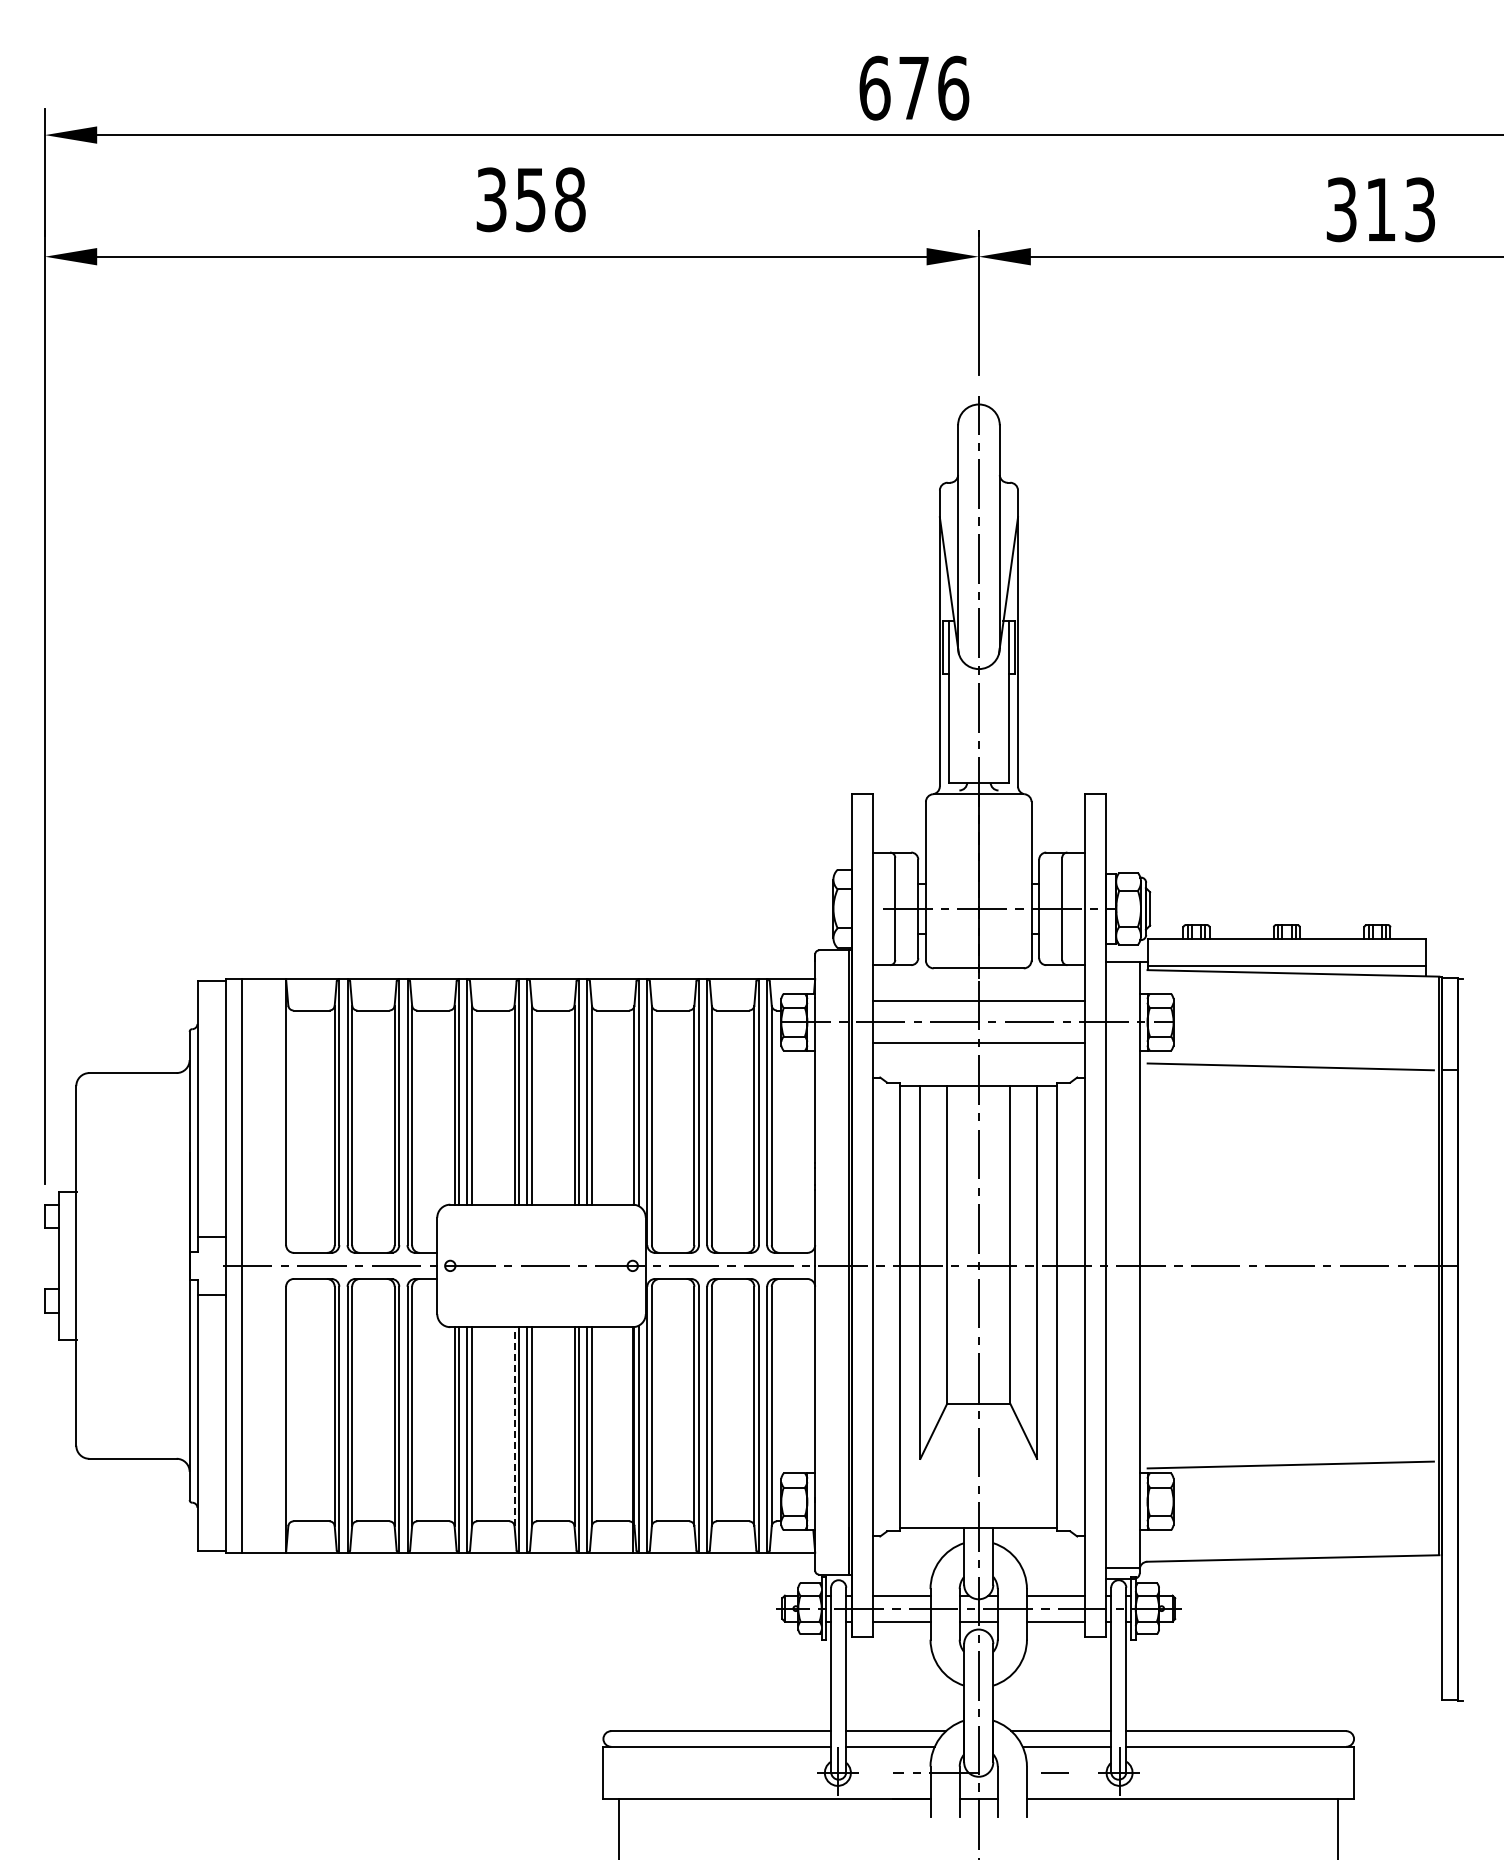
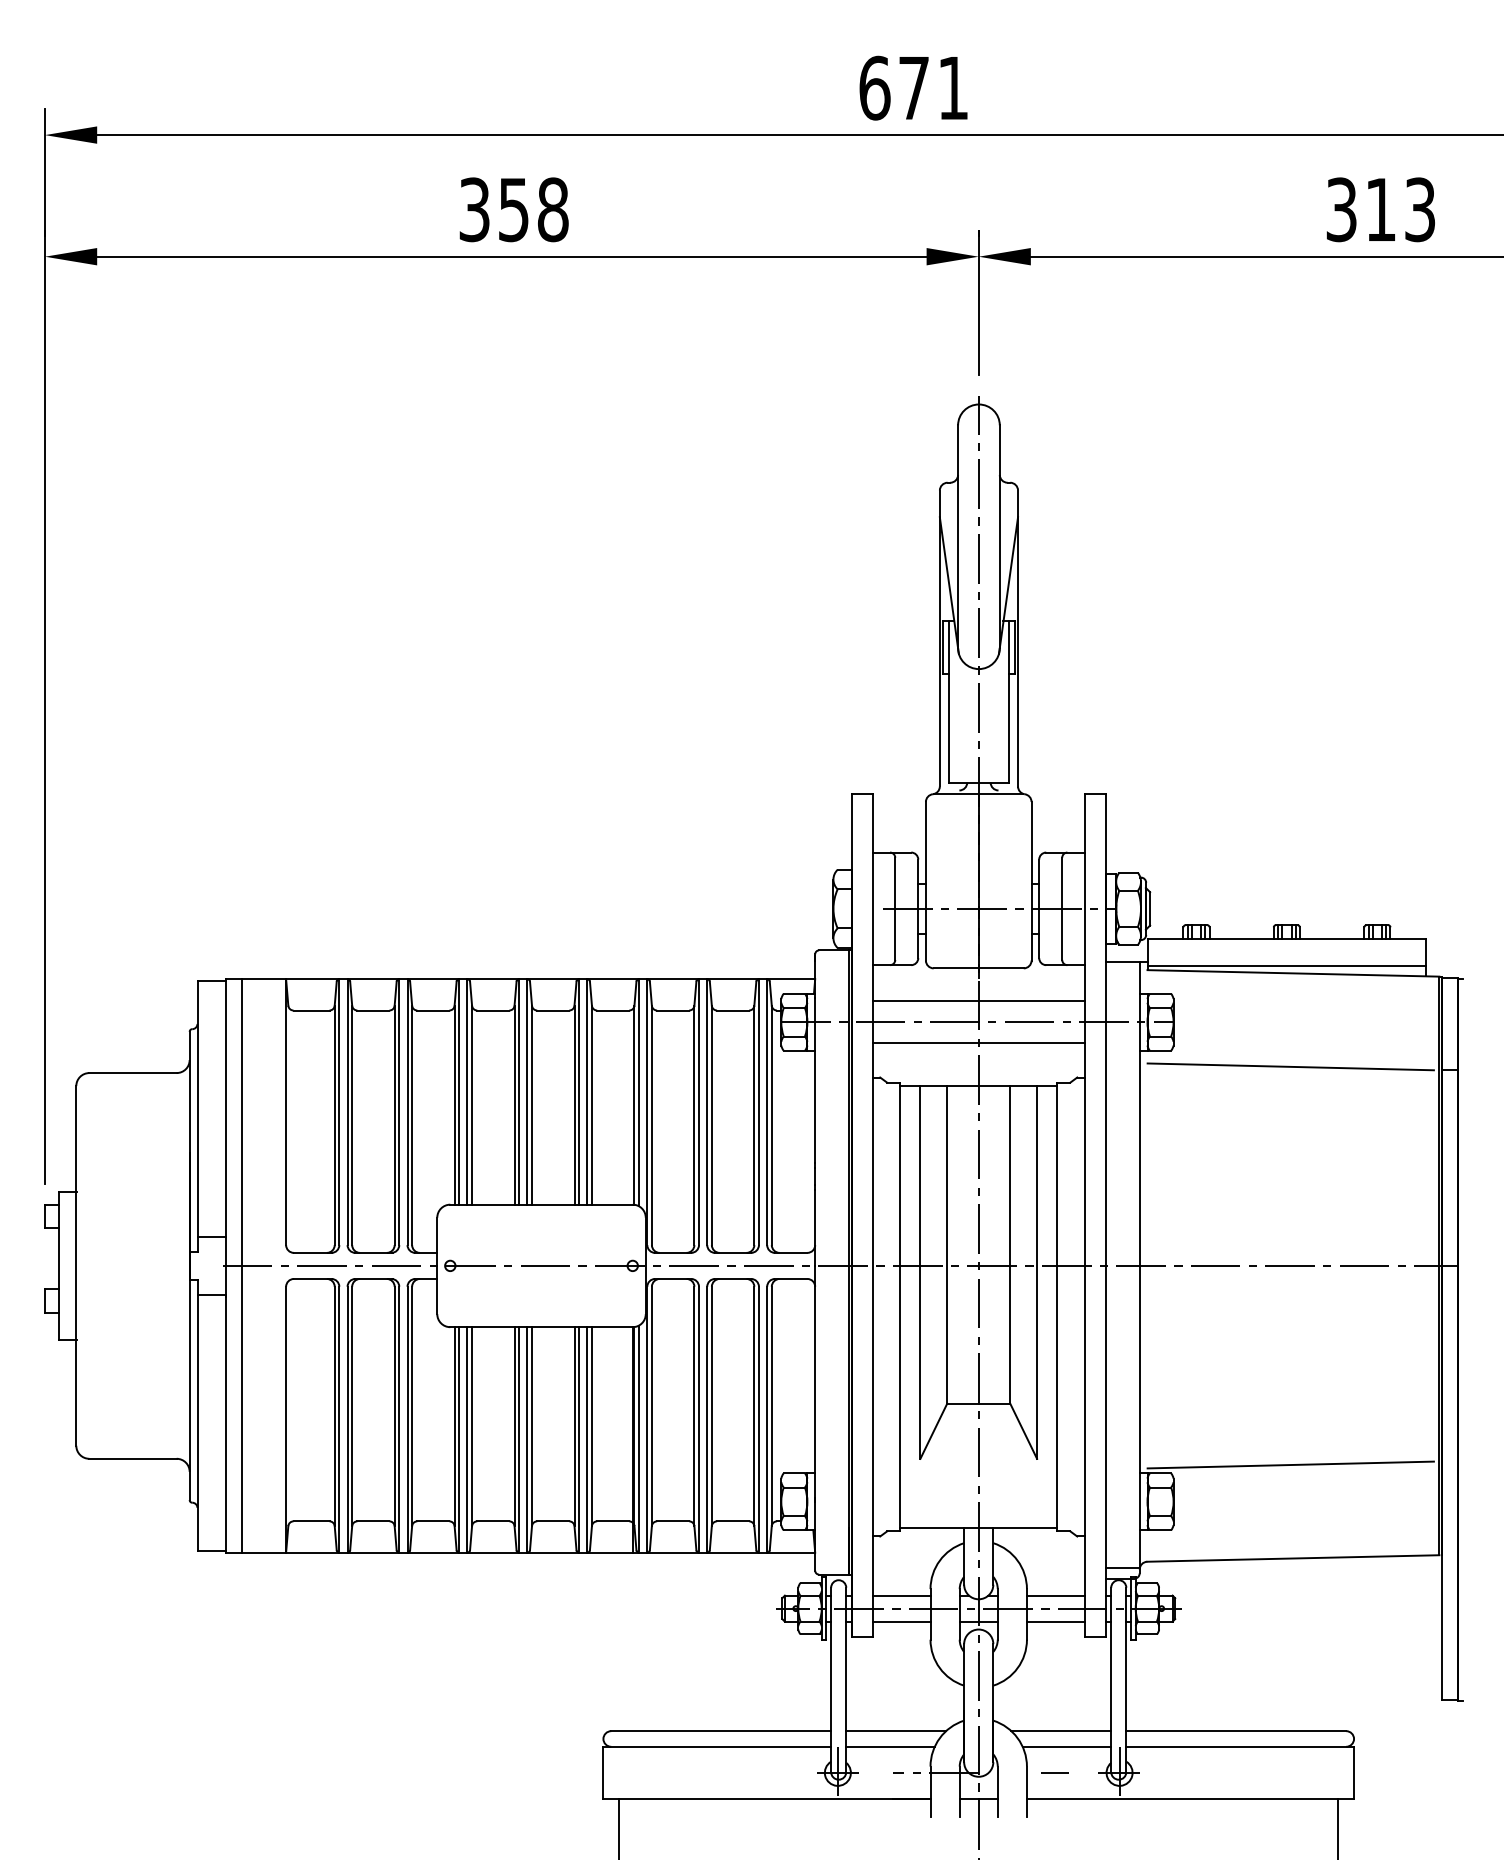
text at (953, 87): 676 -> 671
text at (530, 199) position: (530, 199) -> (513, 209)
line at (514, 1426): dashed -> solid
